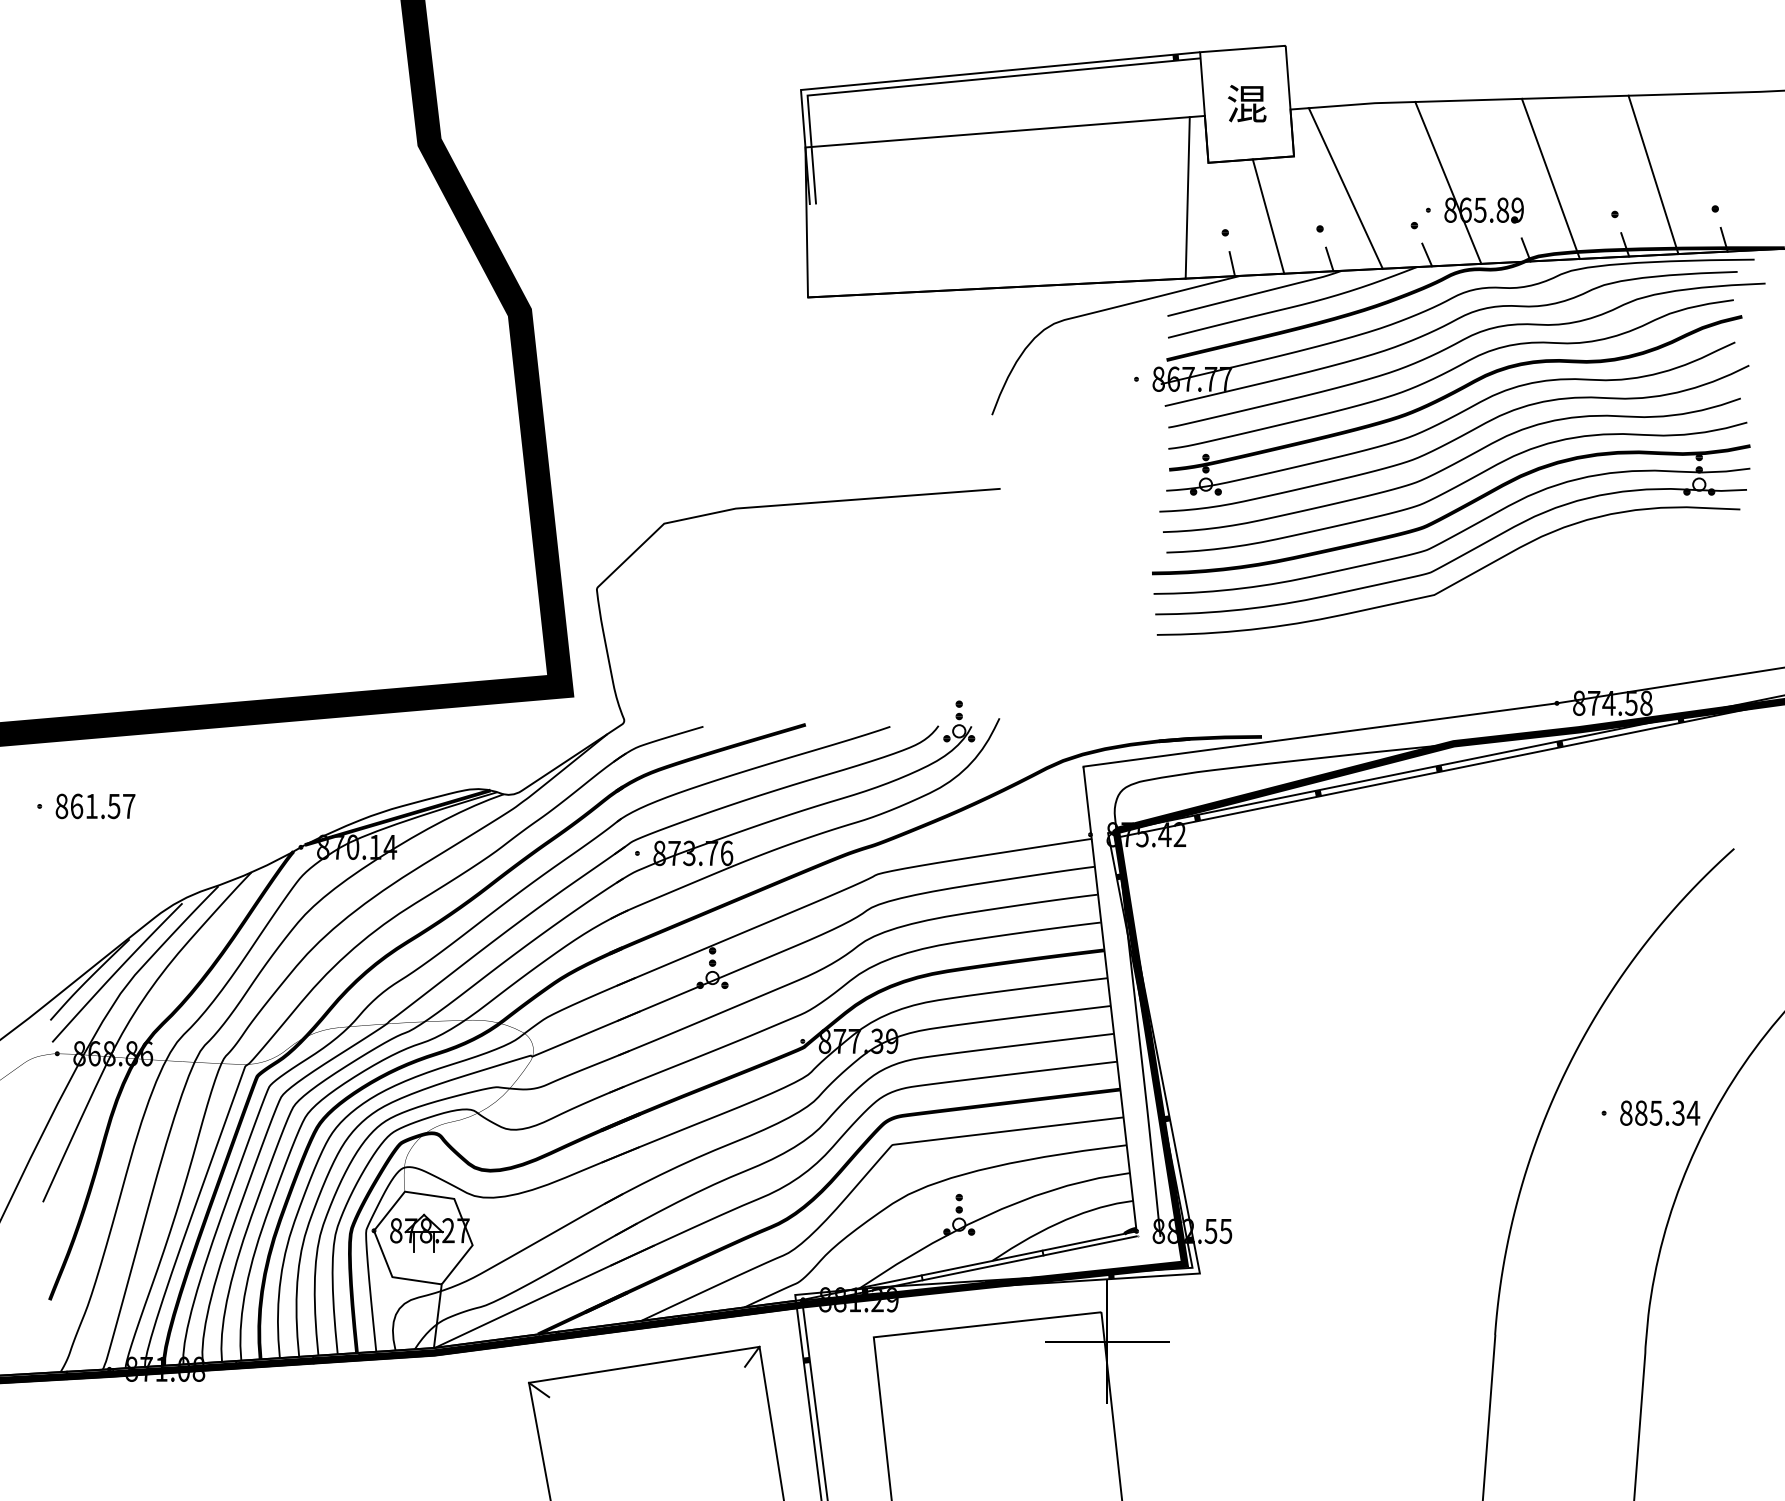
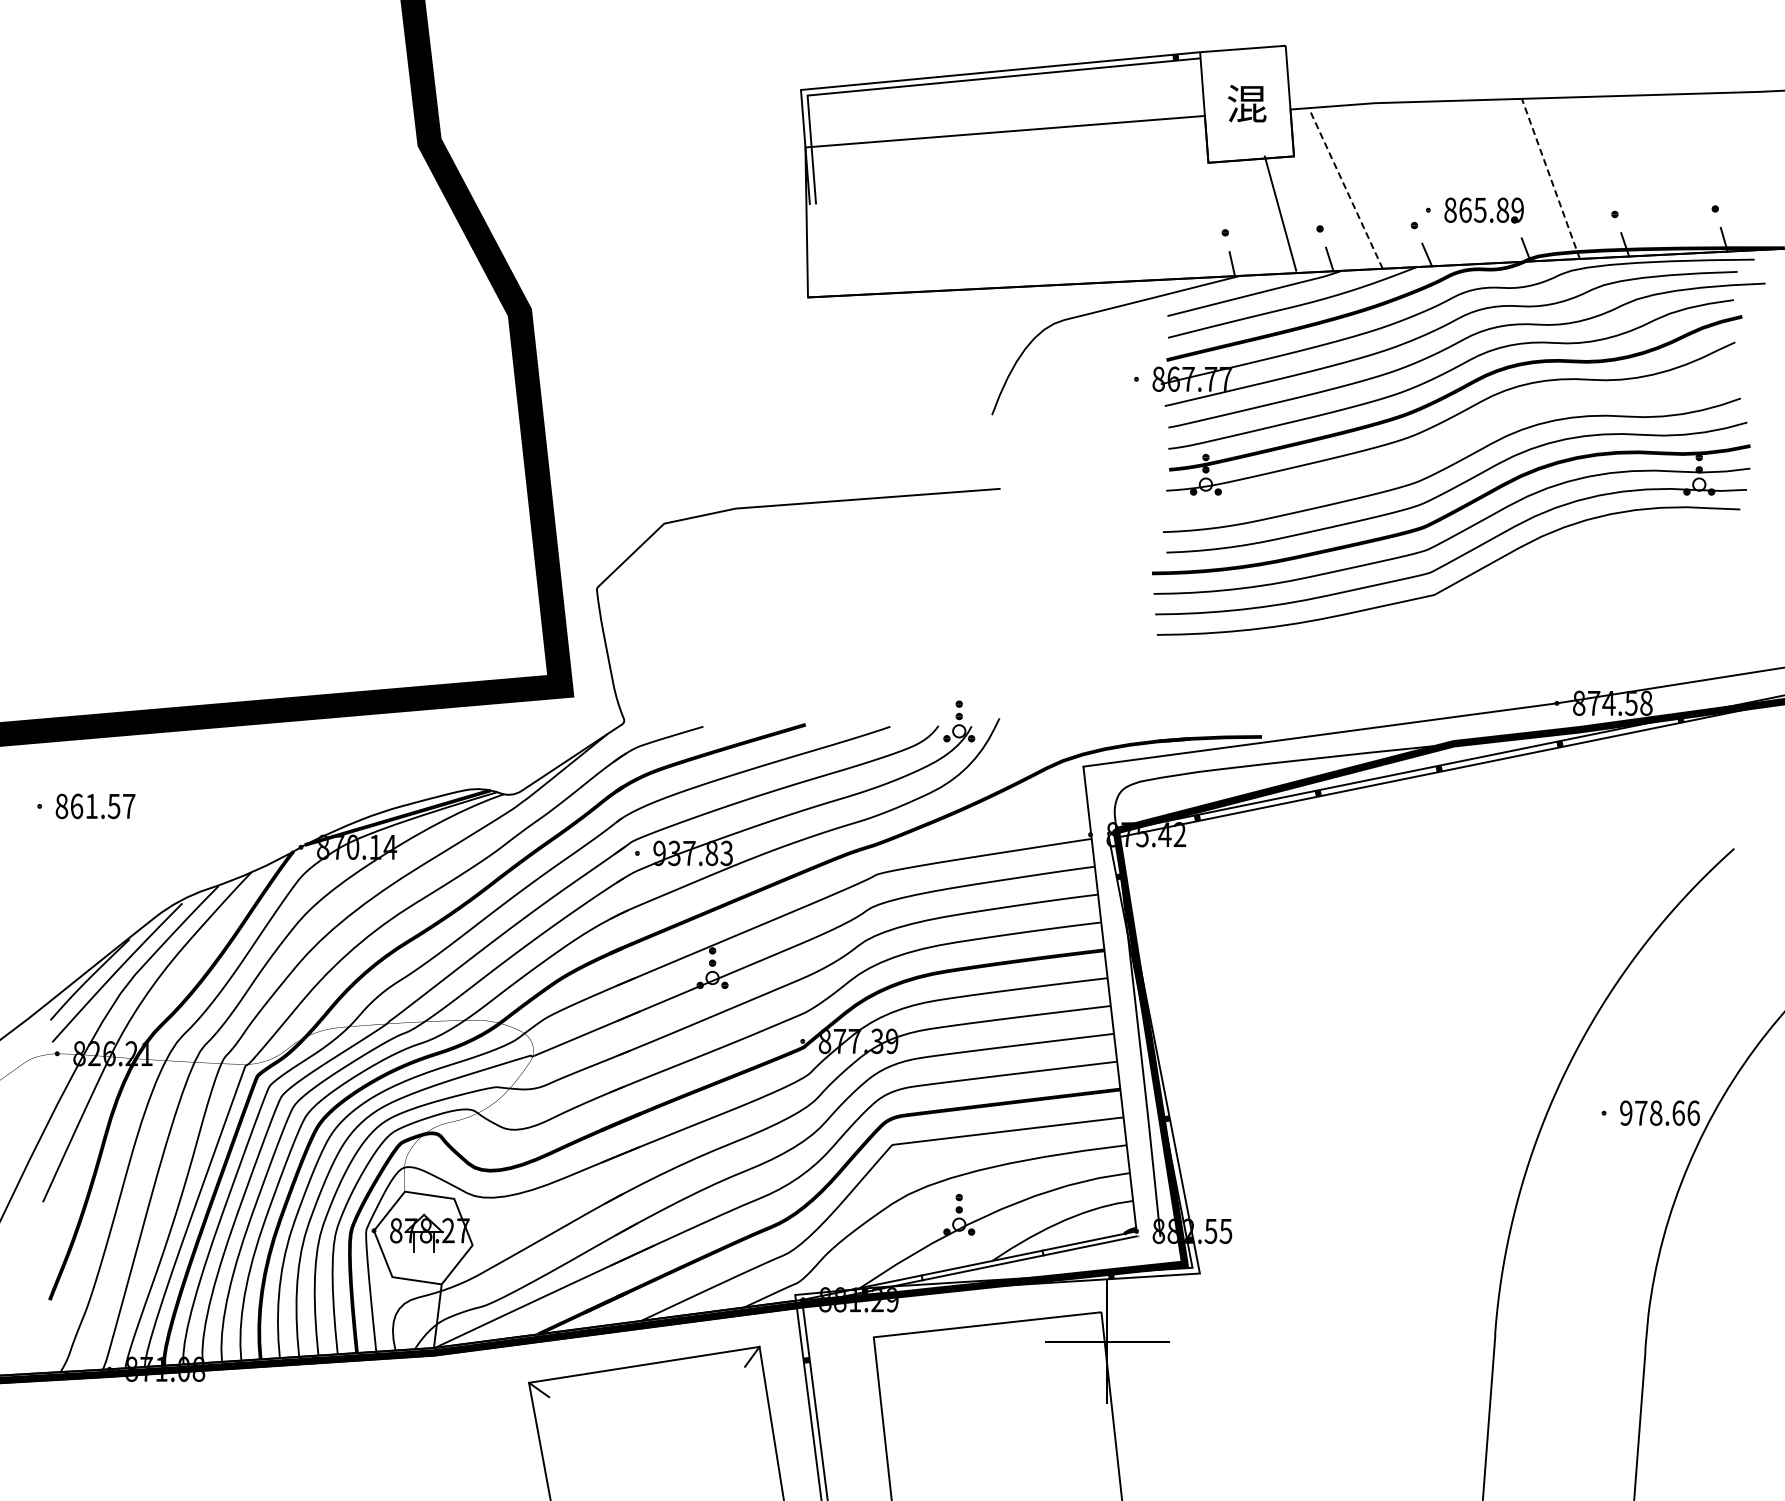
line at (1653, 174): present -> none
line at (1550, 178): solid -> dashed
line at (1448, 182): present -> none
line at (1345, 188): solid -> dashed
line at (1187, 197): present -> none
line at (1268, 216) position: (1268, 216) -> (1280, 213)
curve at (1454, 438): present -> none
text at (693, 853): 873.76 -> 937.83
text at (120, 1053): 868.86 -> 826.21
text at (1660, 1112): 885.34 -> 978.66
